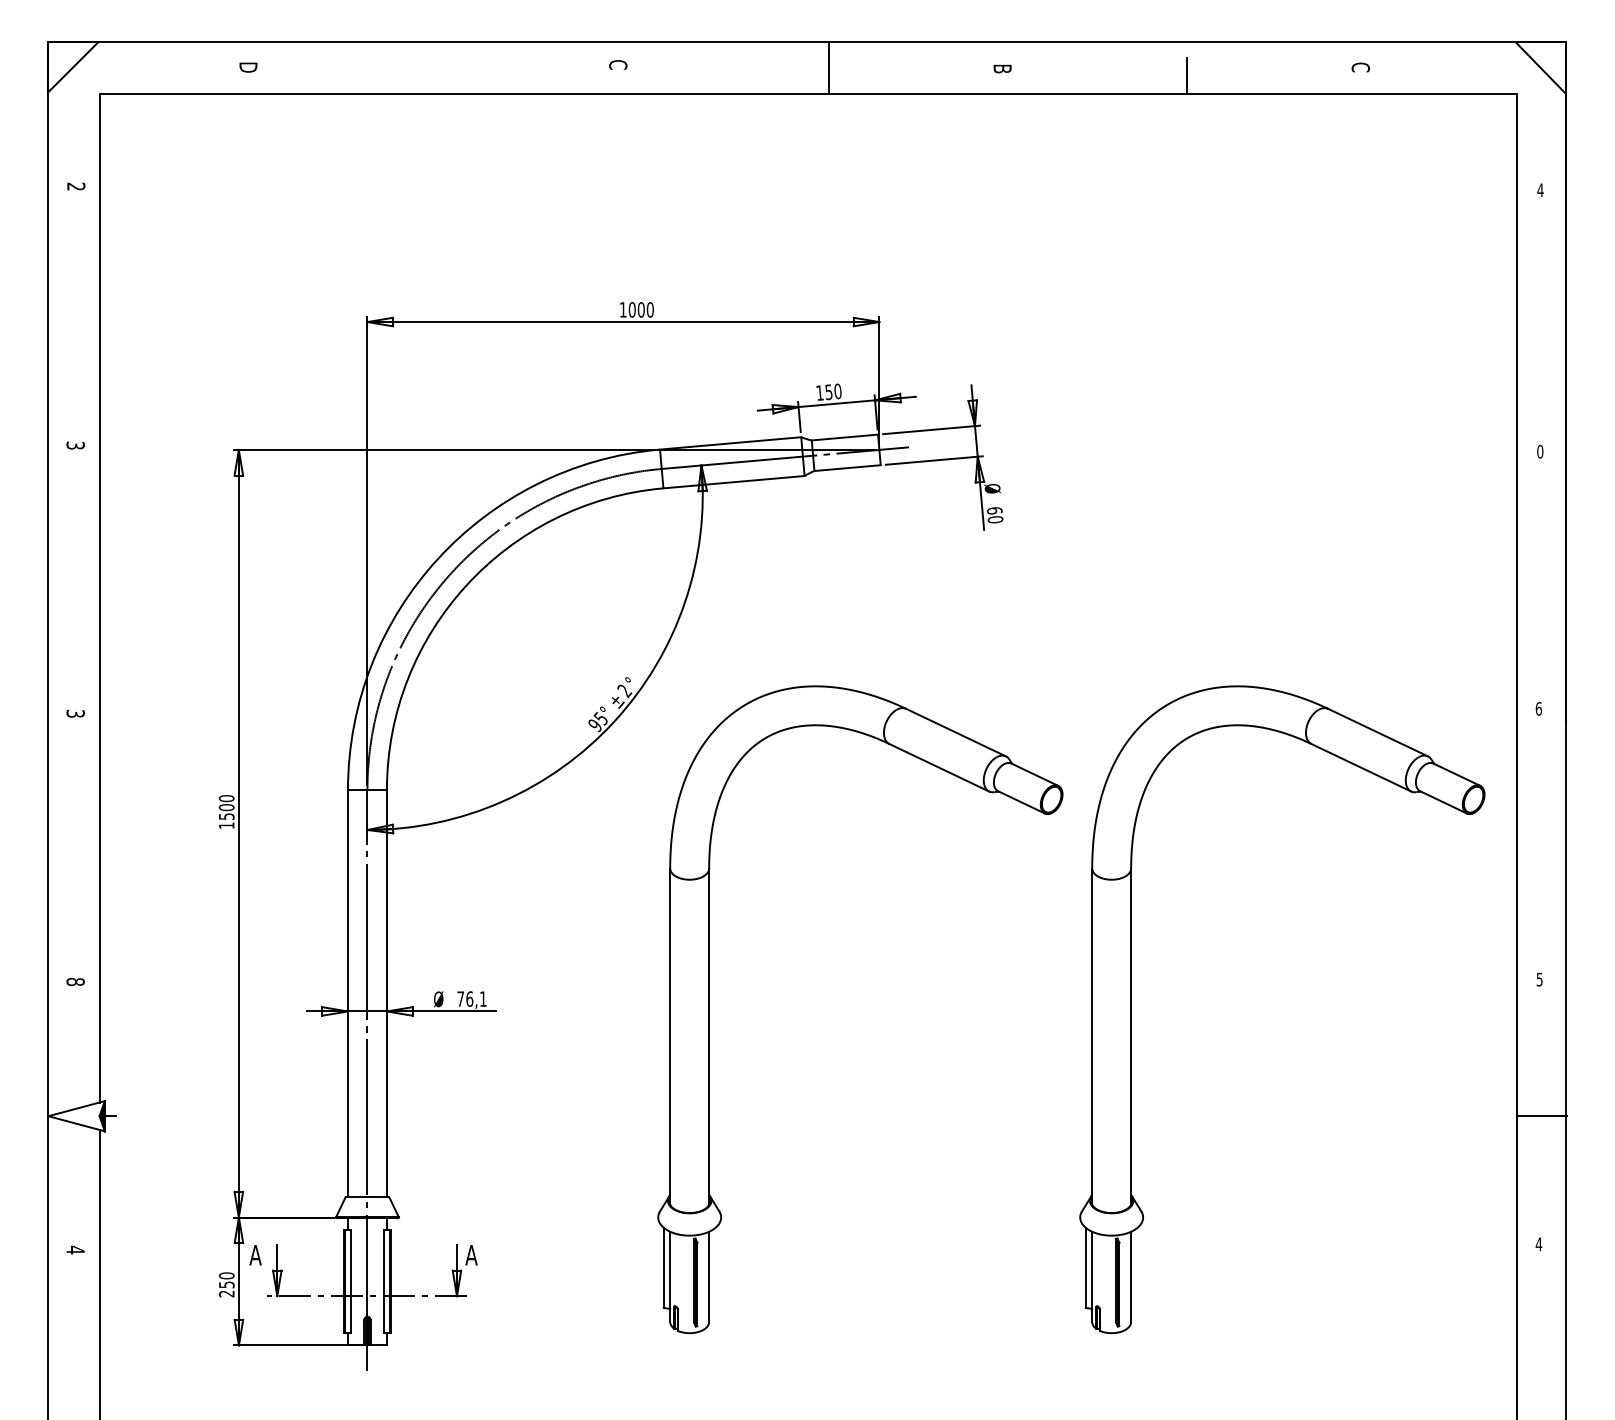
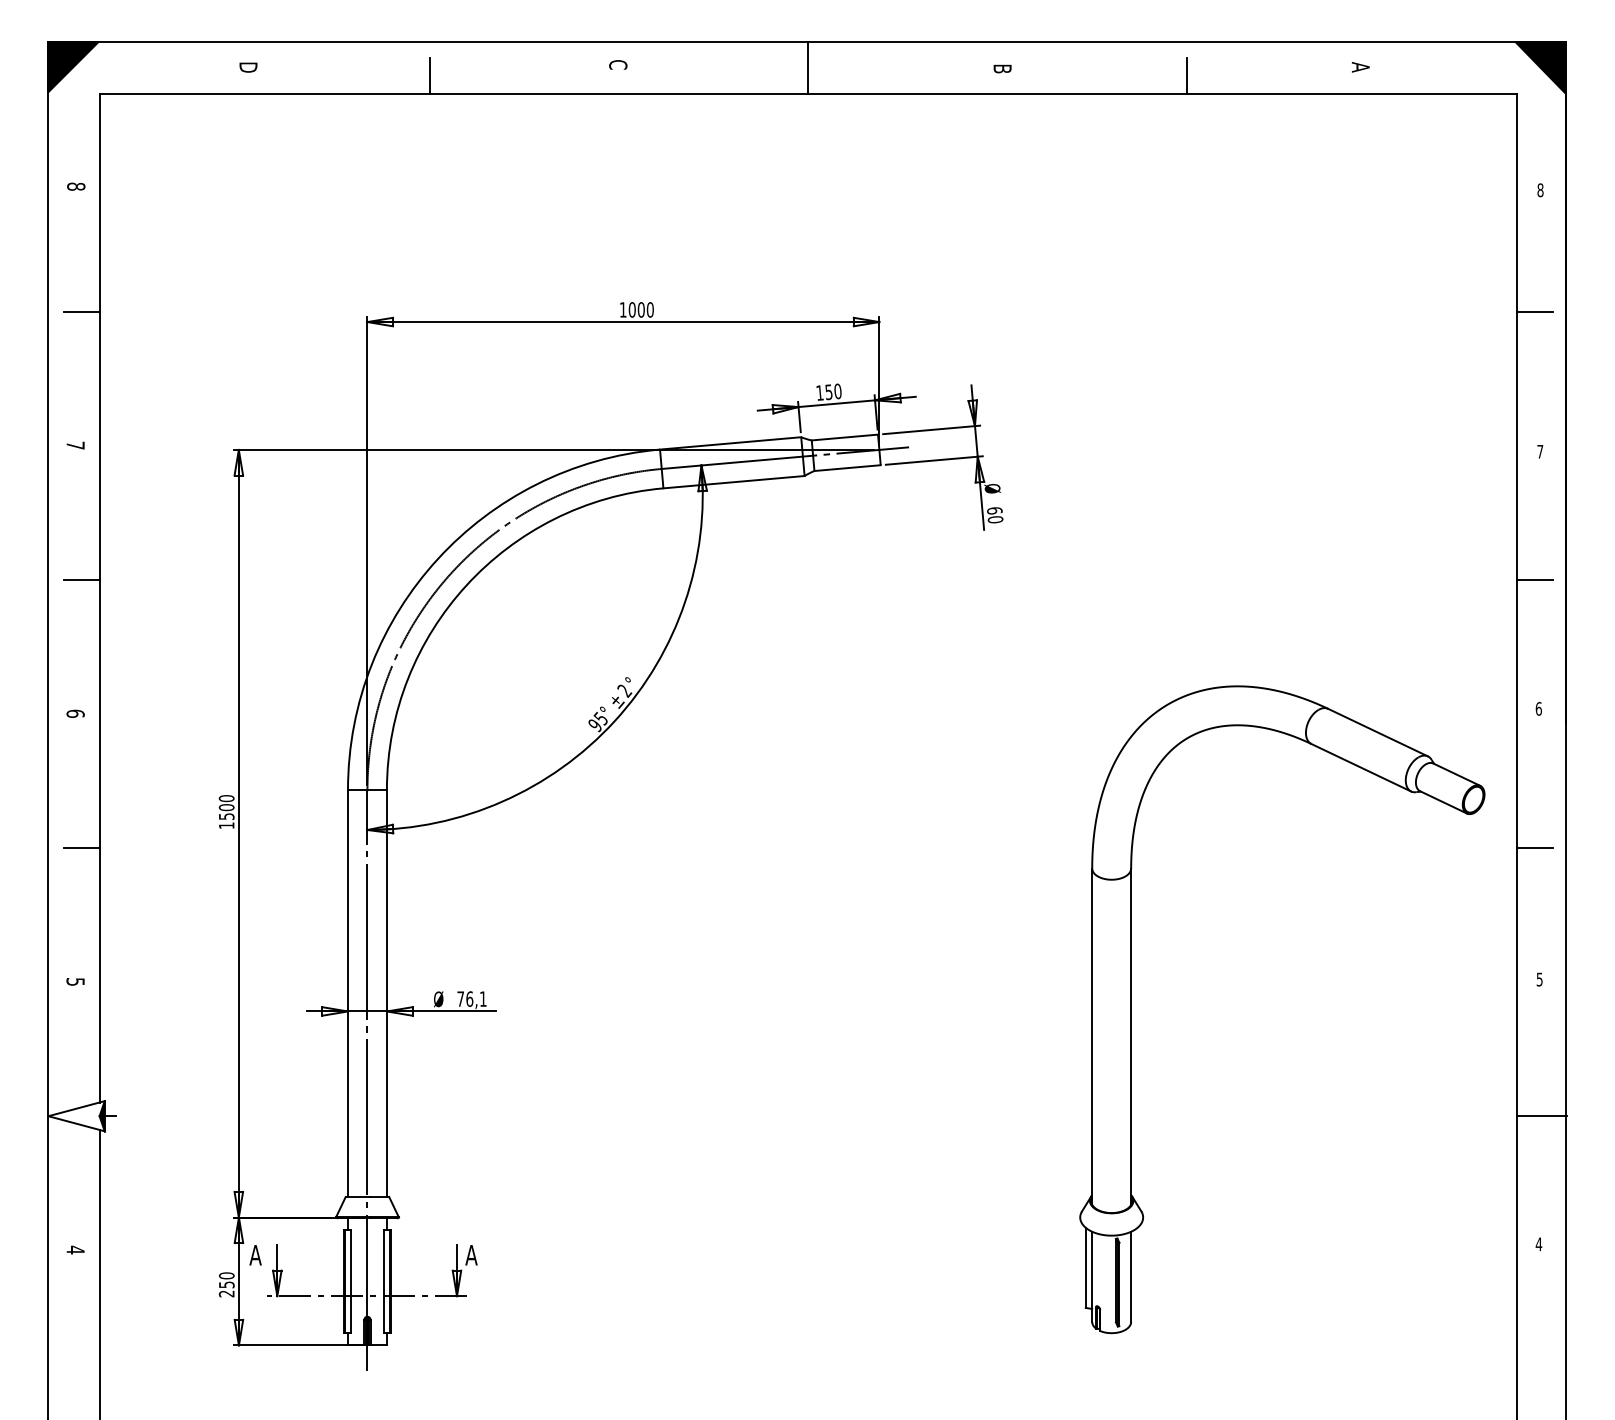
fill at (73, 67): none -> present
line at (829, 67) position: (829, 67) -> (808, 67)
text at (1360, 67): C -> A
fill at (1540, 67): none -> present
line at (429, 75): none -> present
text at (76, 186): 2 -> 8
text at (1540, 190): 4 -> 8
line at (81, 311): none -> present
line at (1534, 311): none -> present
text at (75, 445): 3 -> 7
text at (1540, 451): 0 -> 7
line at (81, 579): none -> present
line at (1534, 579): none -> present
text at (75, 713): 3 -> 6
line at (81, 848): none -> present
line at (1534, 848): none -> present
text at (75, 981): 8 -> 5
part at (709, 1009): present -> none
